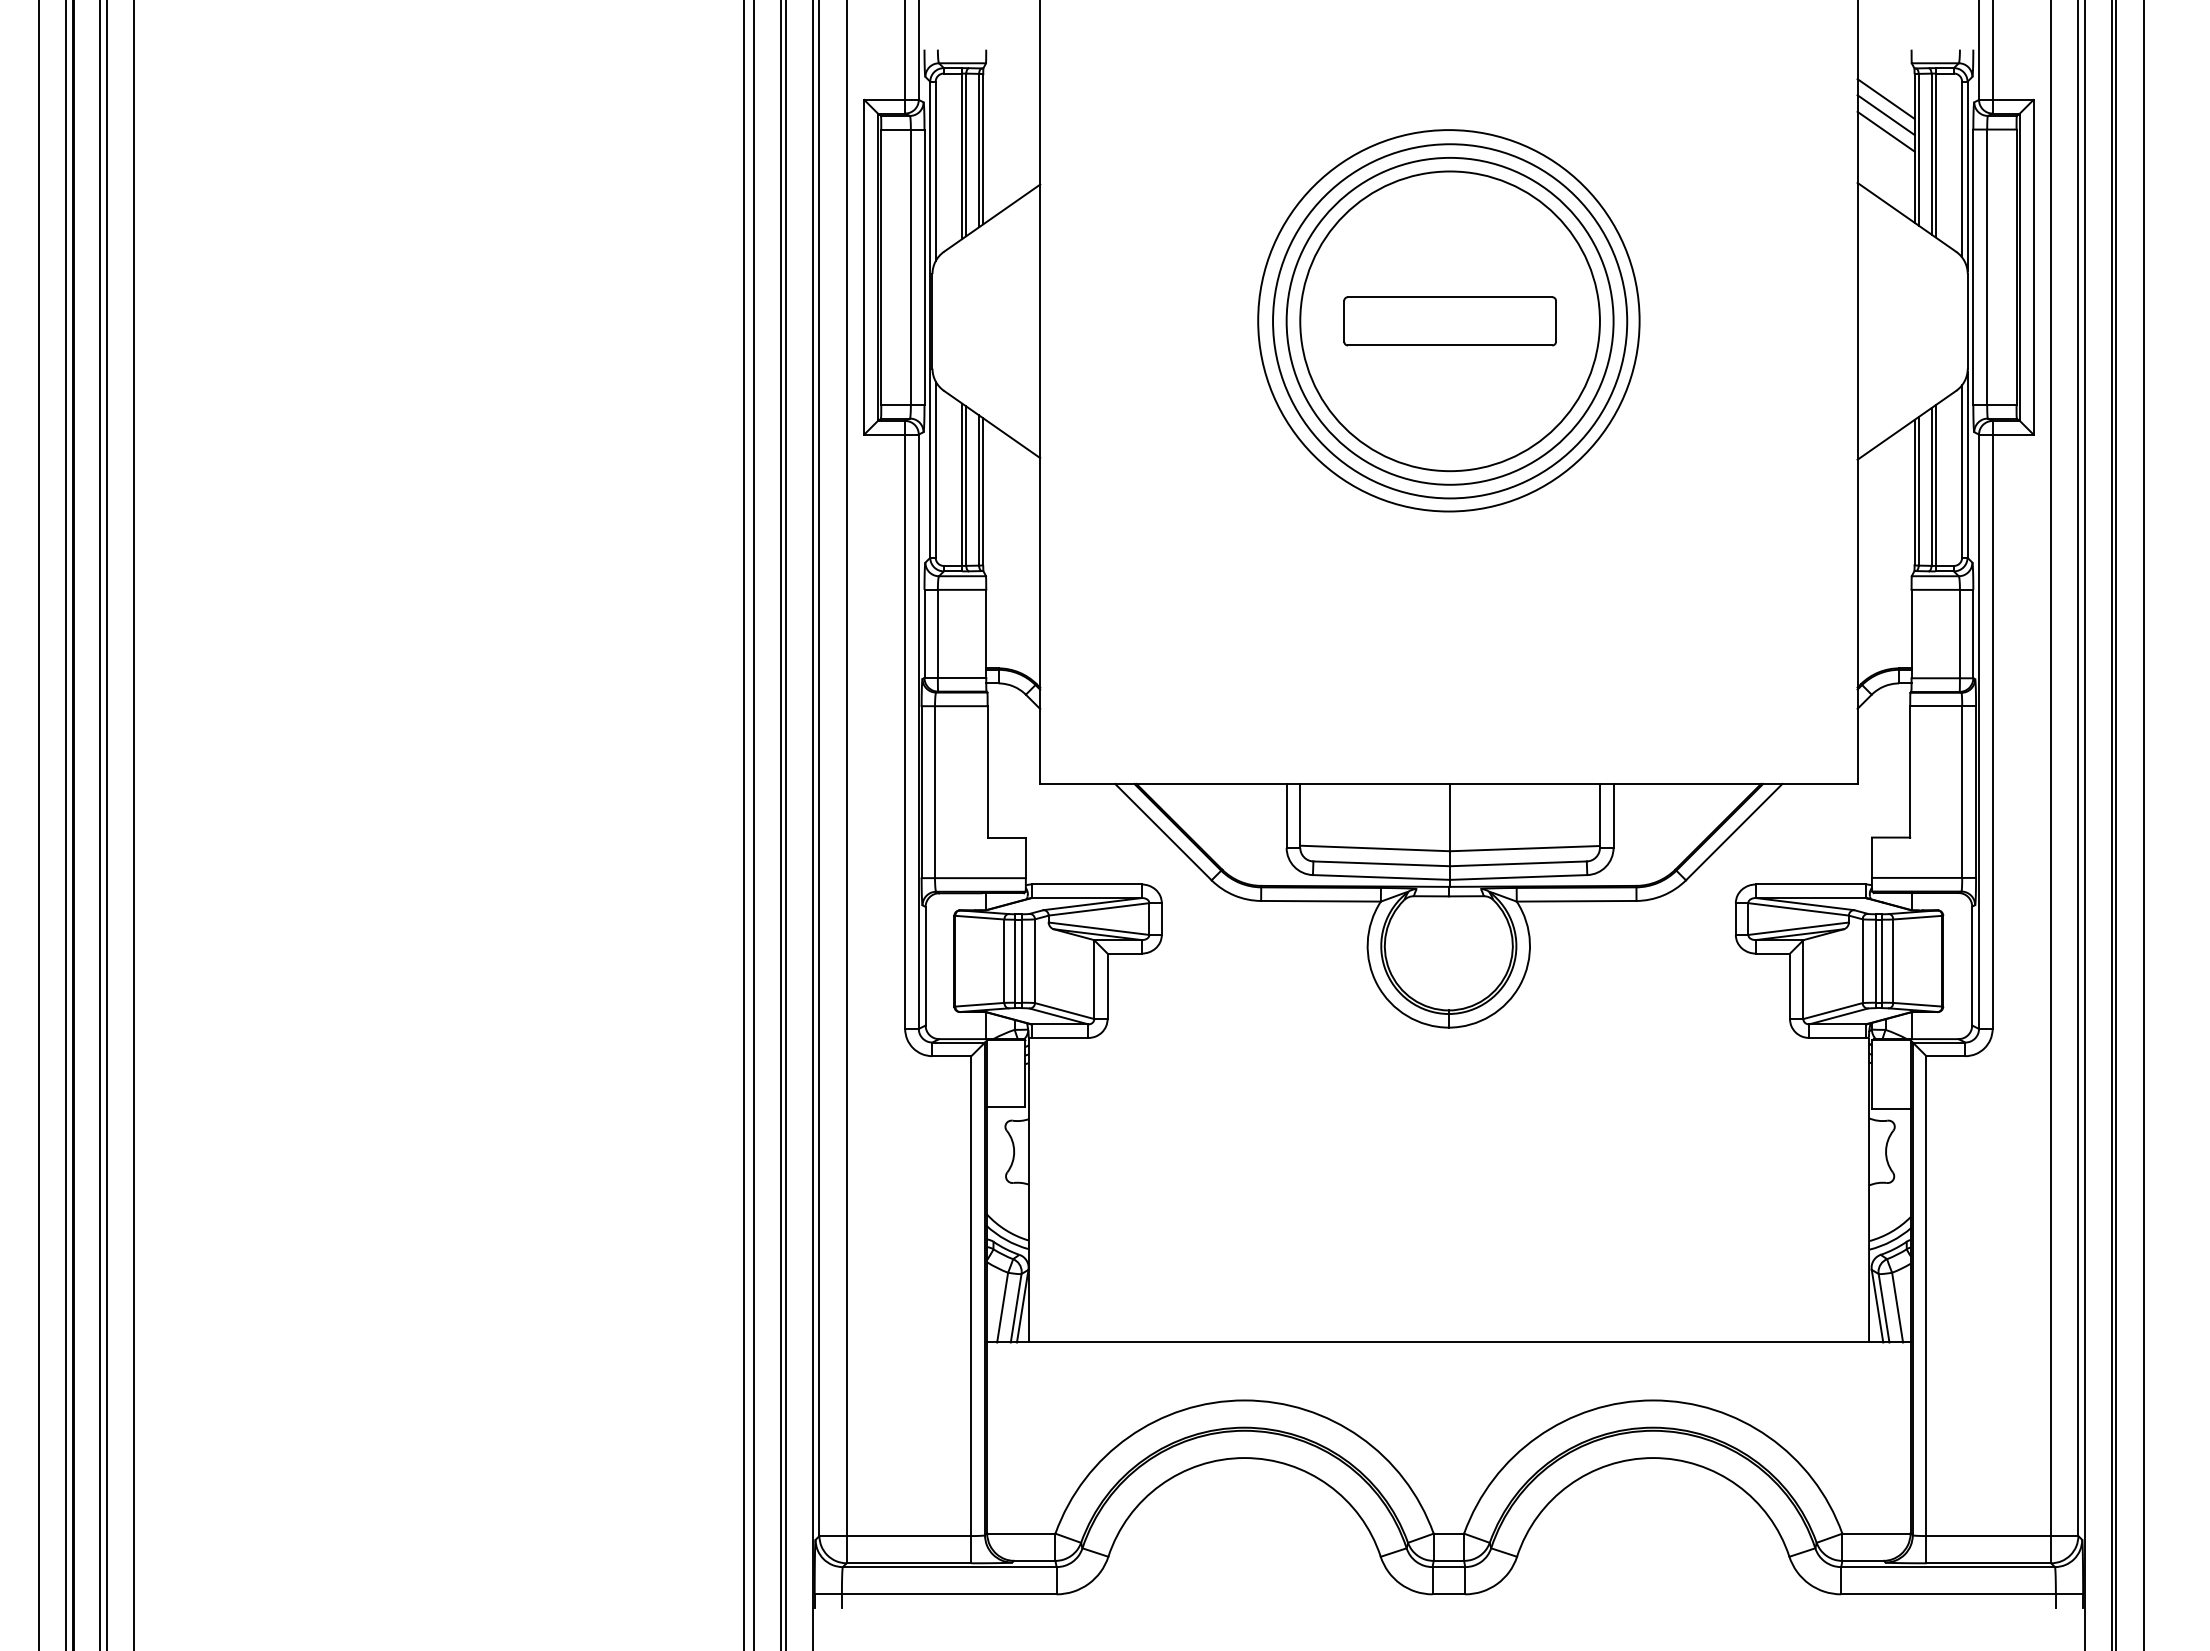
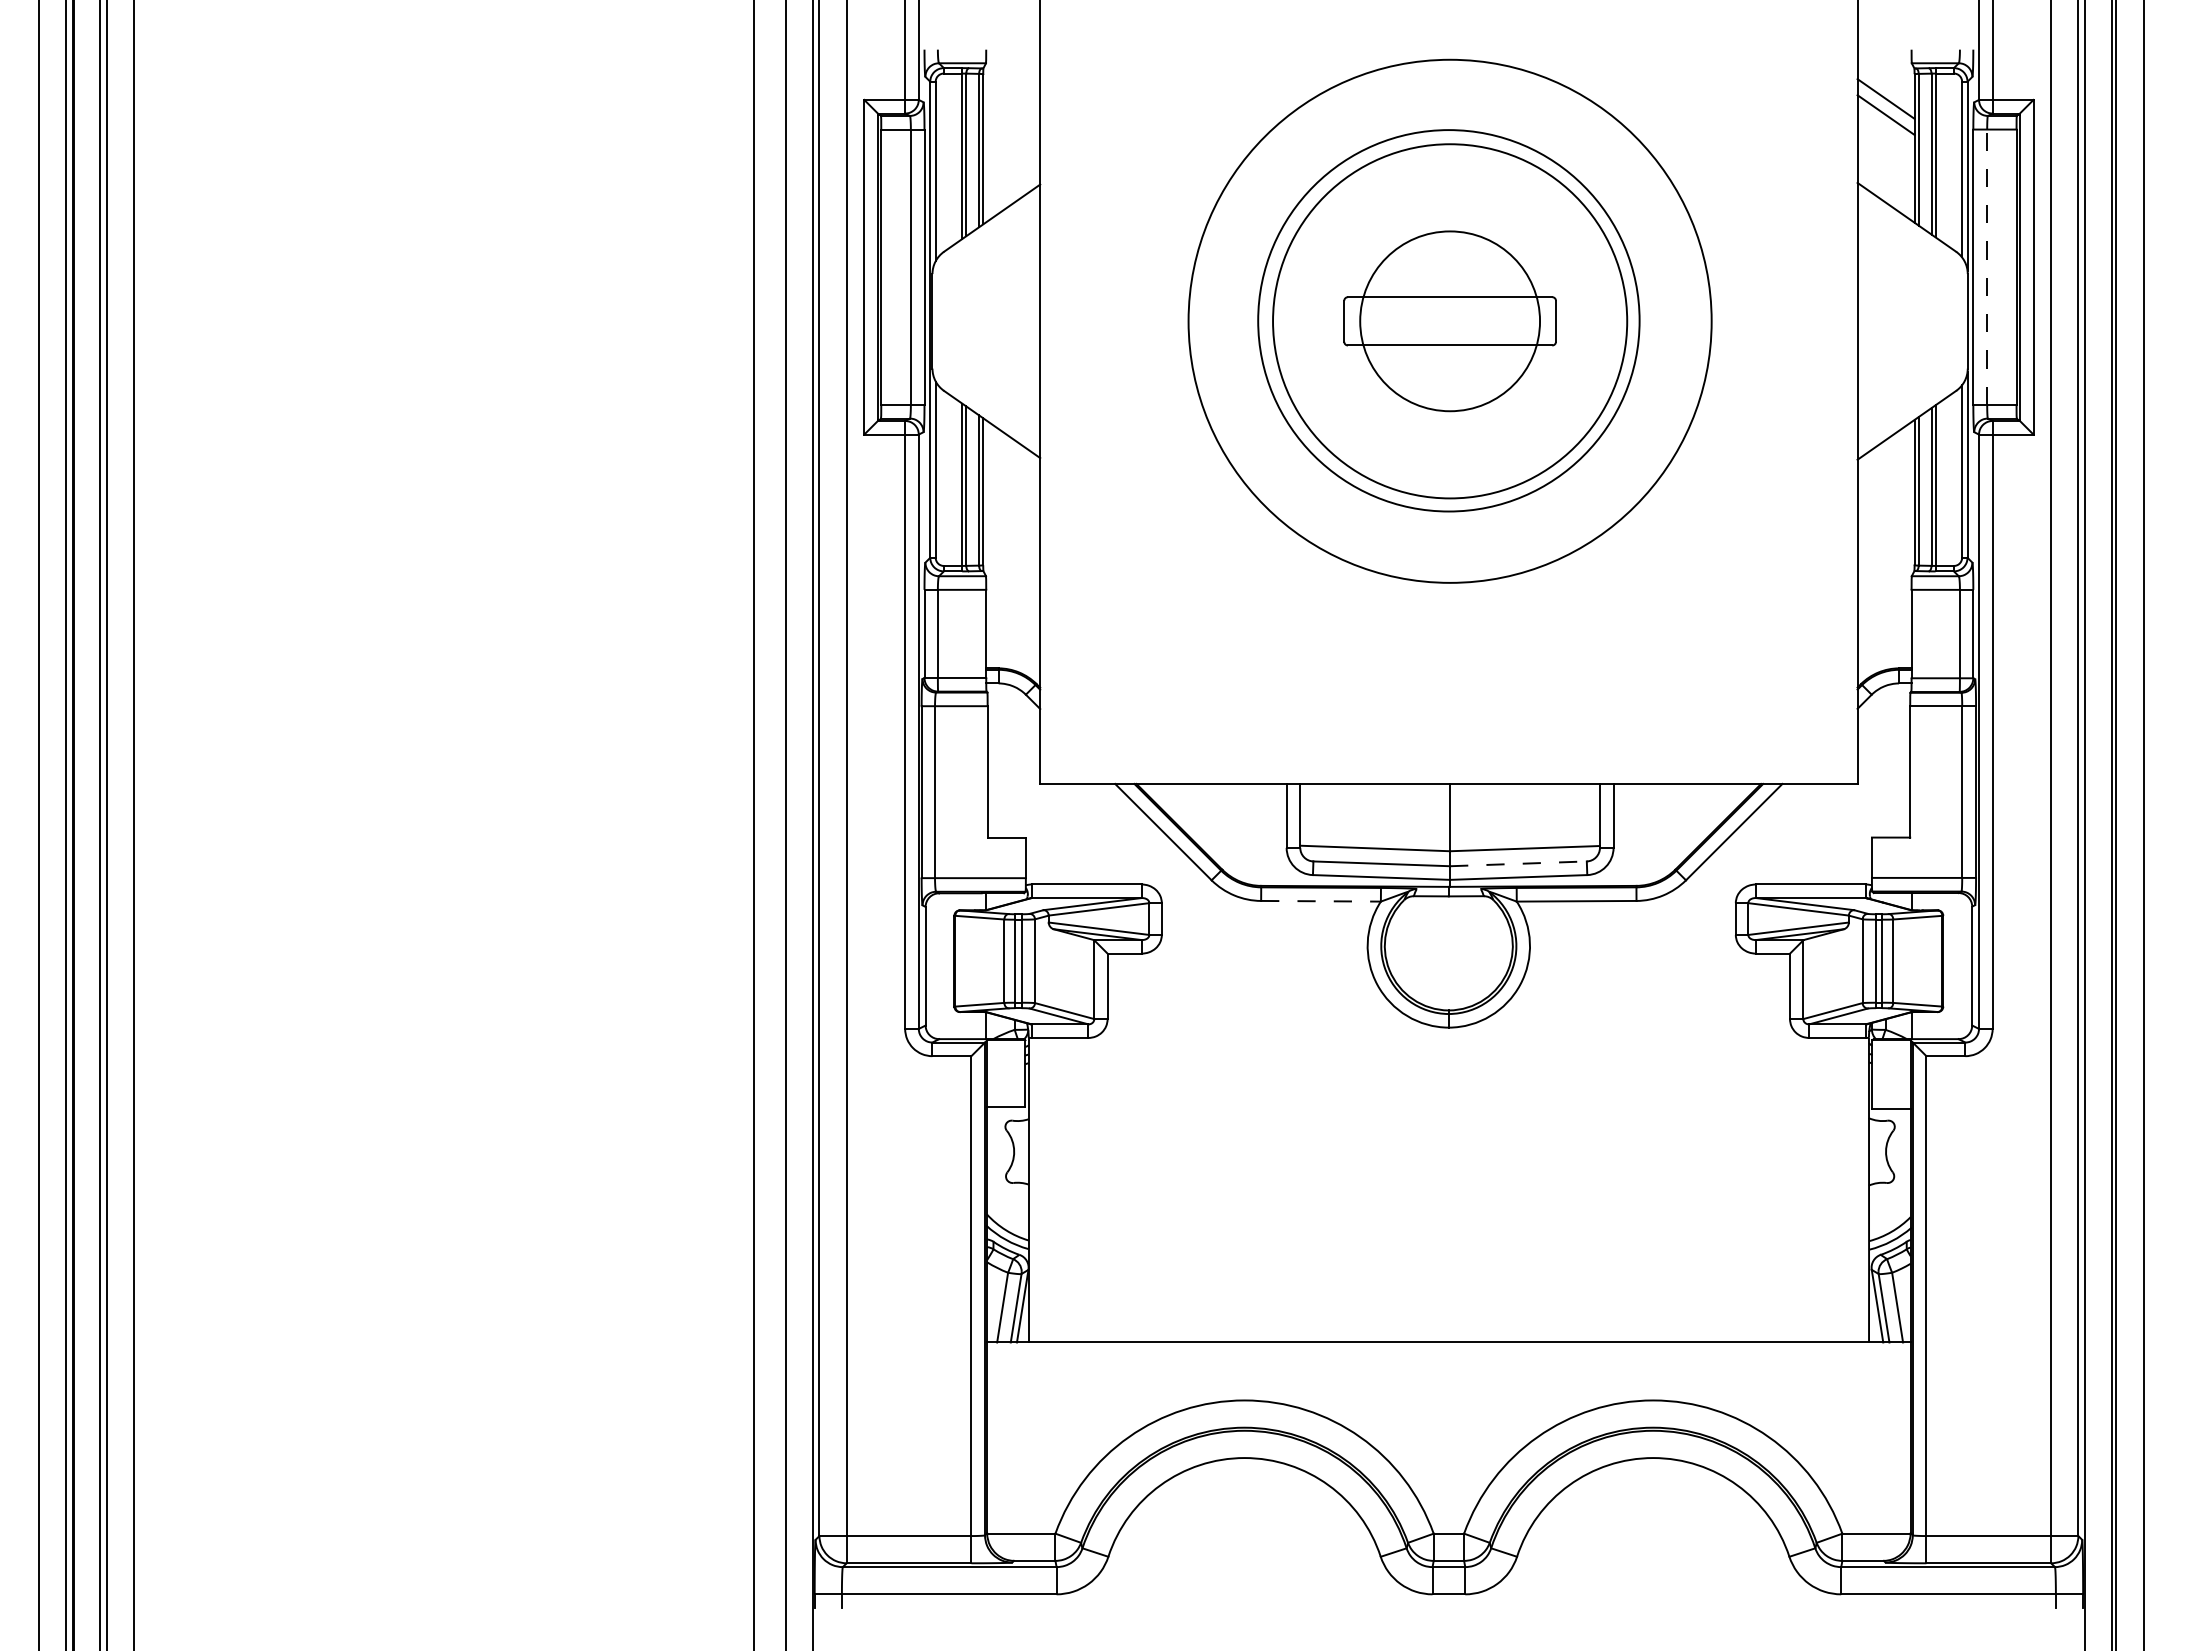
line at (1885, 131): present -> none
line at (1987, 267): solid -> dashed
circle at (1449, 320) diameter: 327 px -> 523 px
circle at (1449, 321) diameter: 300 px -> 180 px
line at (744, 824): present -> none
line at (781, 824): present -> none
line at (1518, 863): solid -> dashed
line at (1321, 901): solid -> dashed
